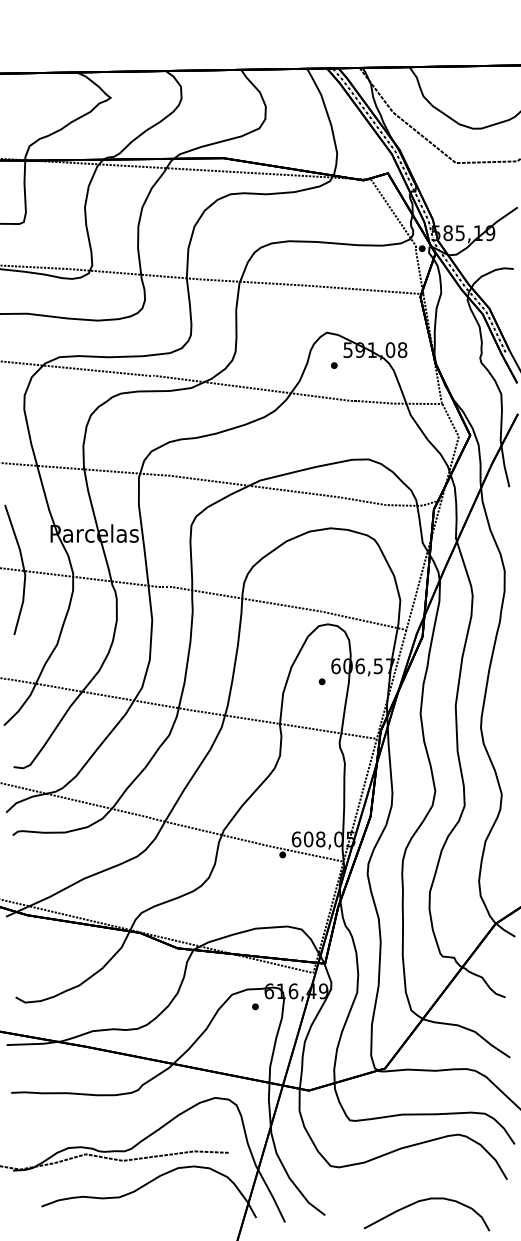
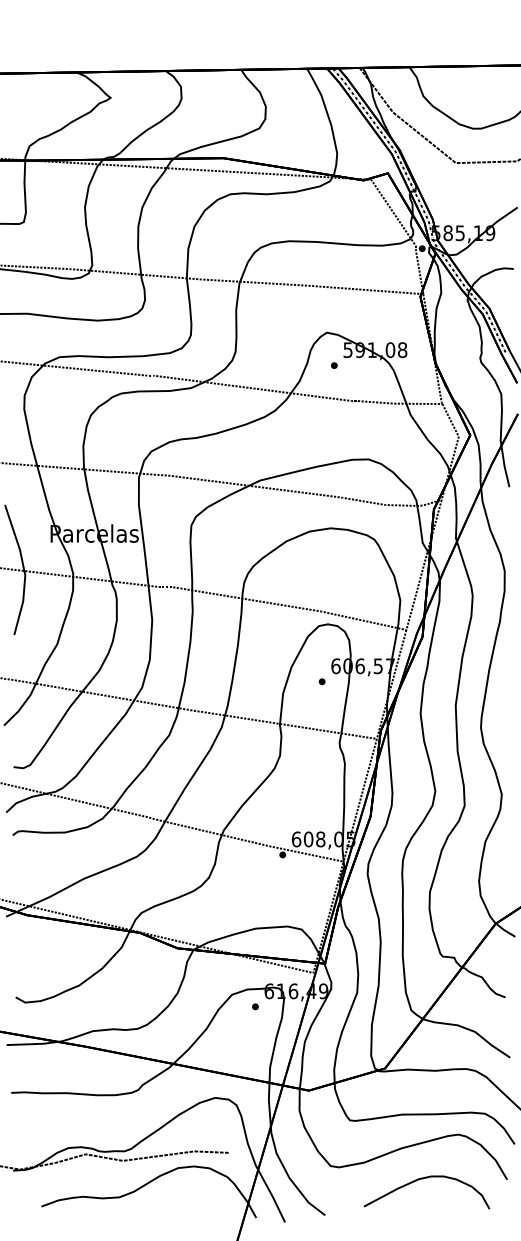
curve at (423, 1201) position: (423, 1201) -> (423, 1179)
